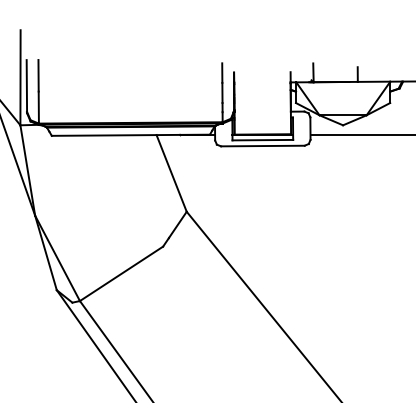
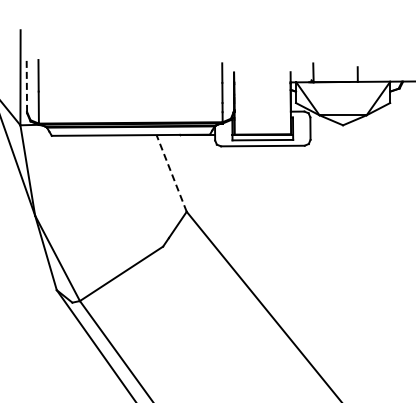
line at (26, 86): solid -> dashed
line at (361, 135): present -> none
line at (171, 172): solid -> dashed
